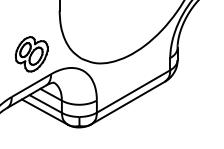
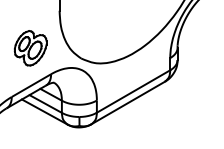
part at (31, 54) position: (31, 54) -> (30, 48)
